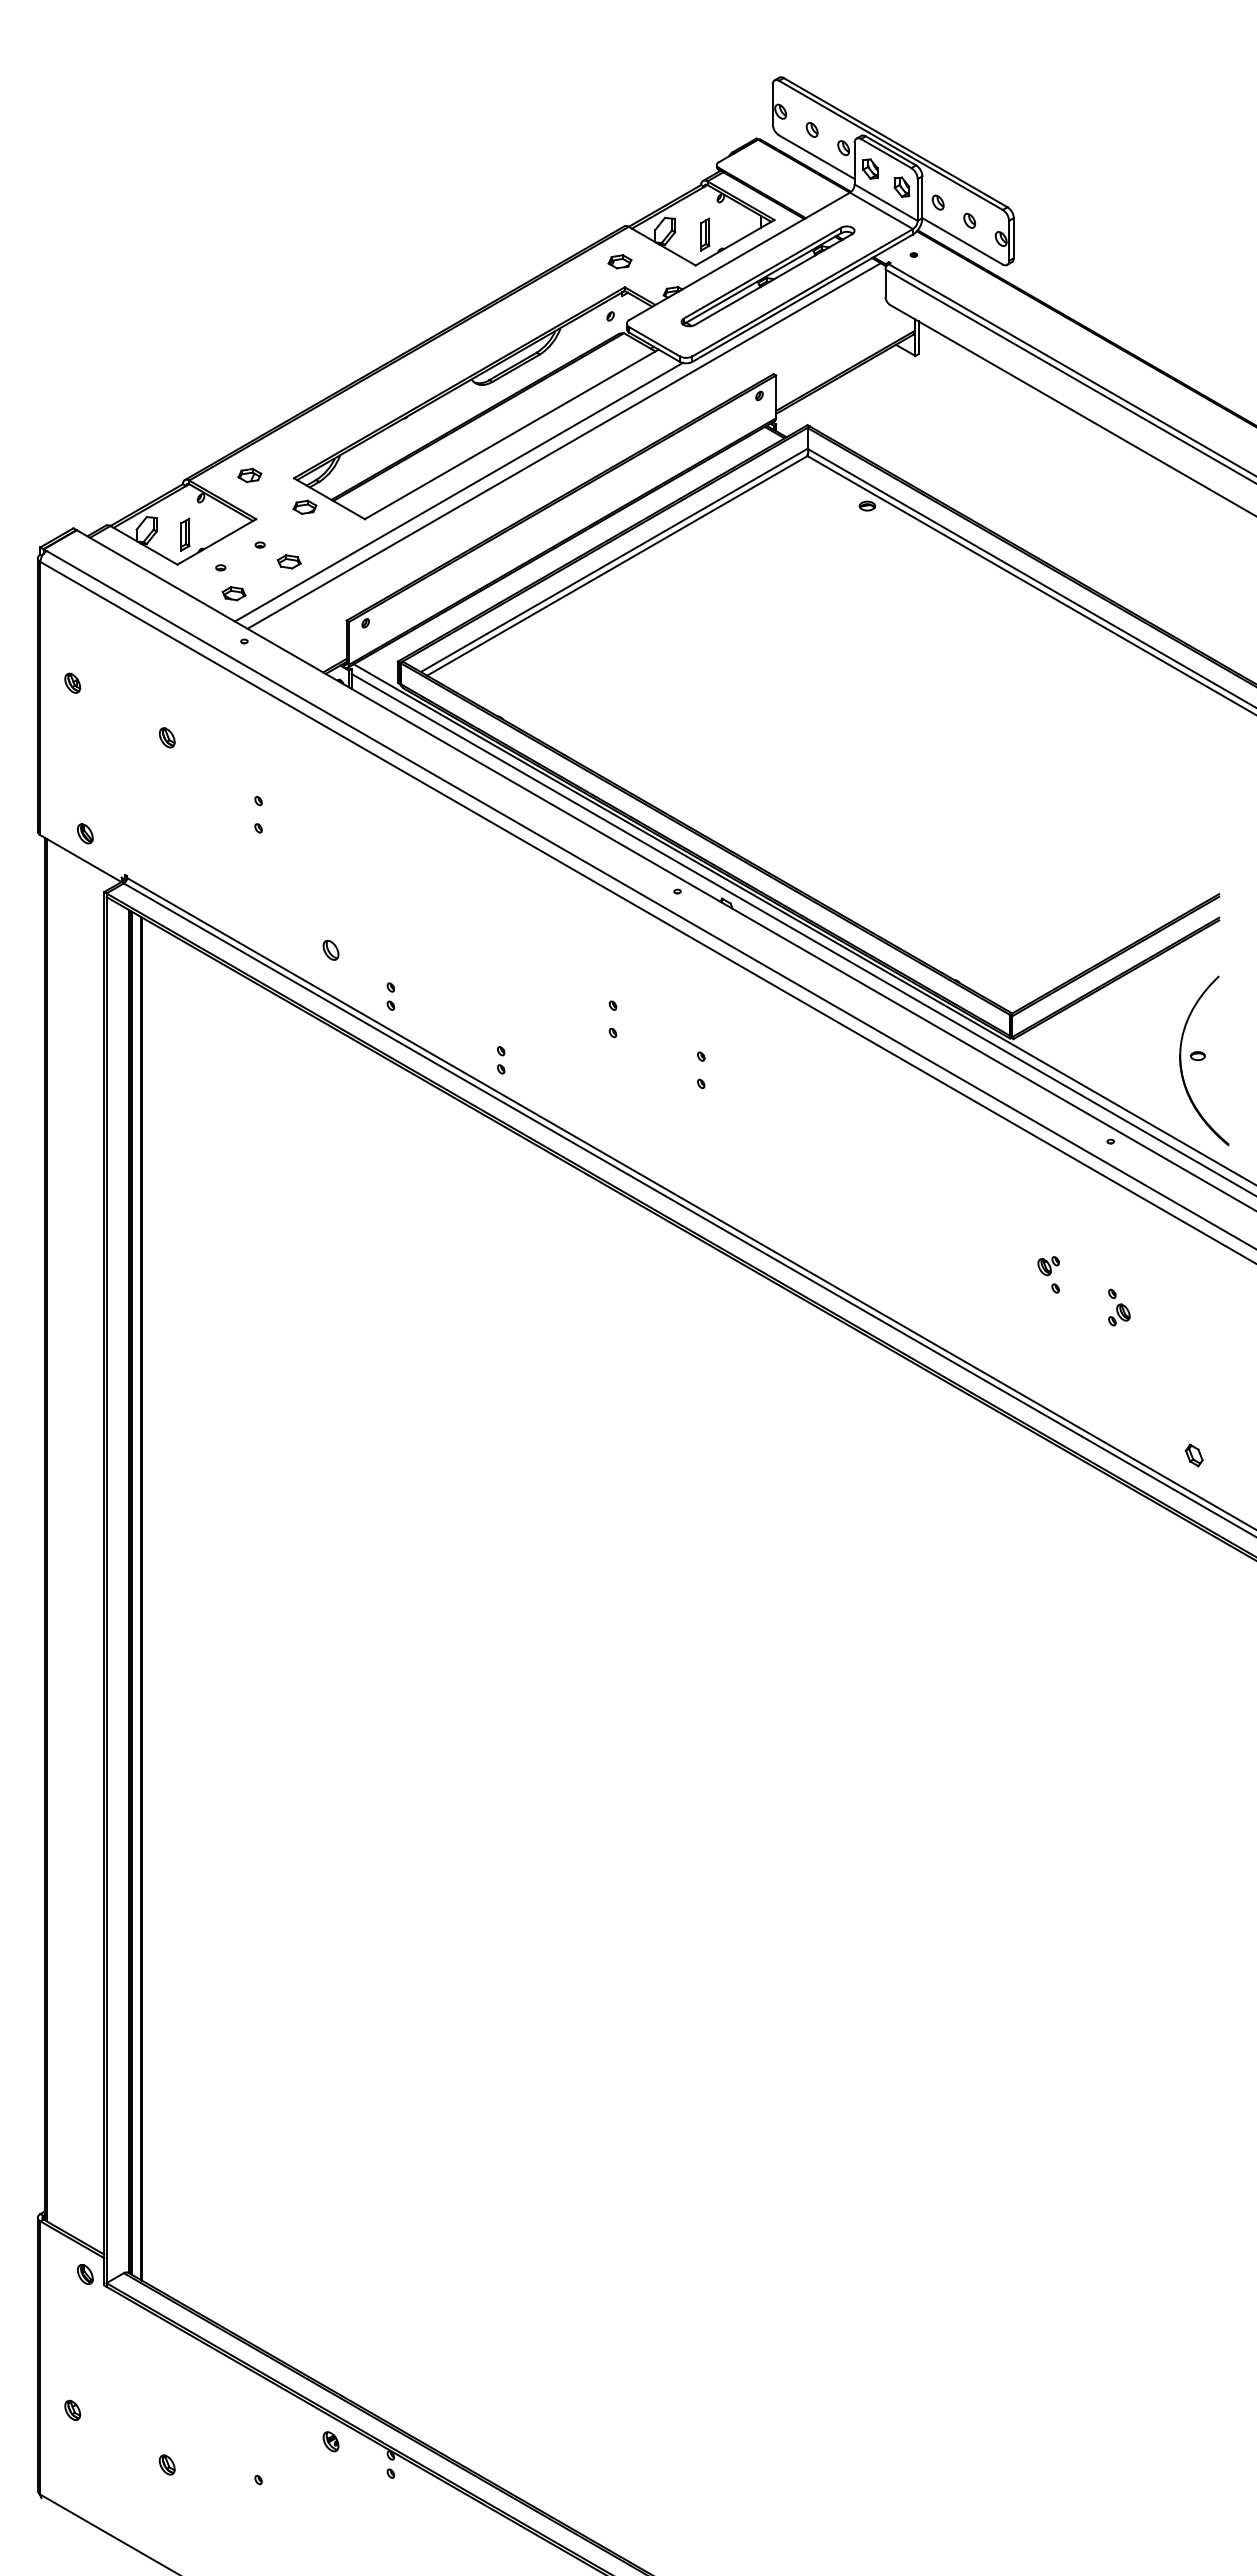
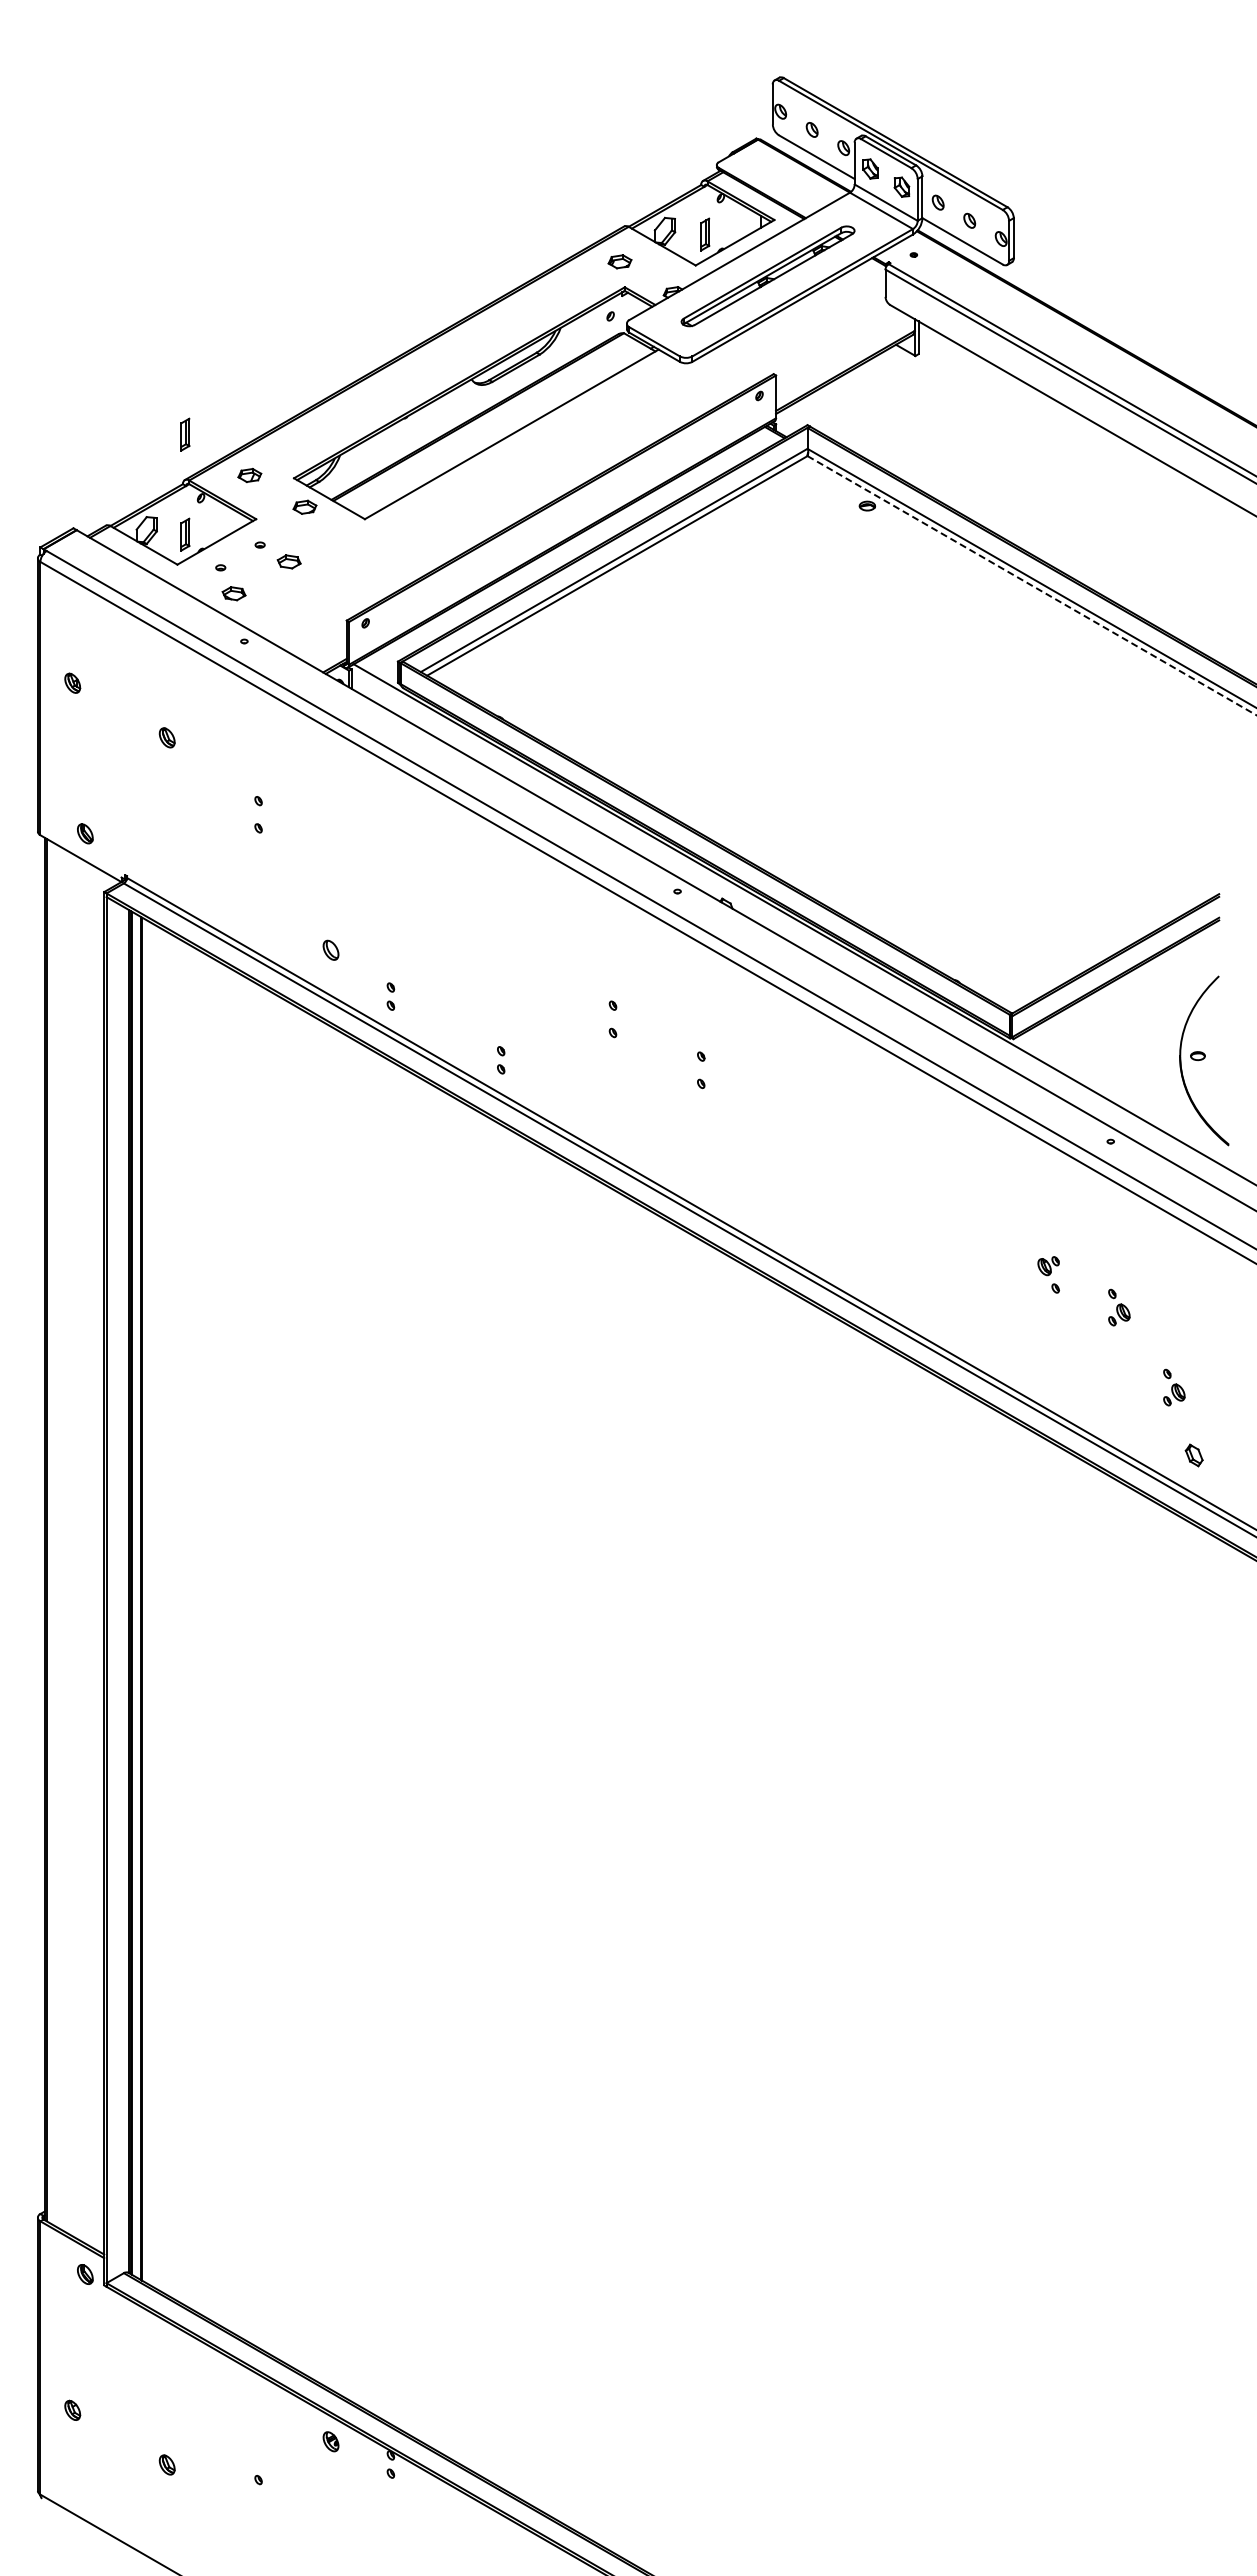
part at (185, 434): none -> present
line at (563, 445): present -> none
line at (458, 491): present -> none
line at (1032, 585): solid -> dashed
line at (802, 933): present -> none
part at (1174, 1387): none -> present
